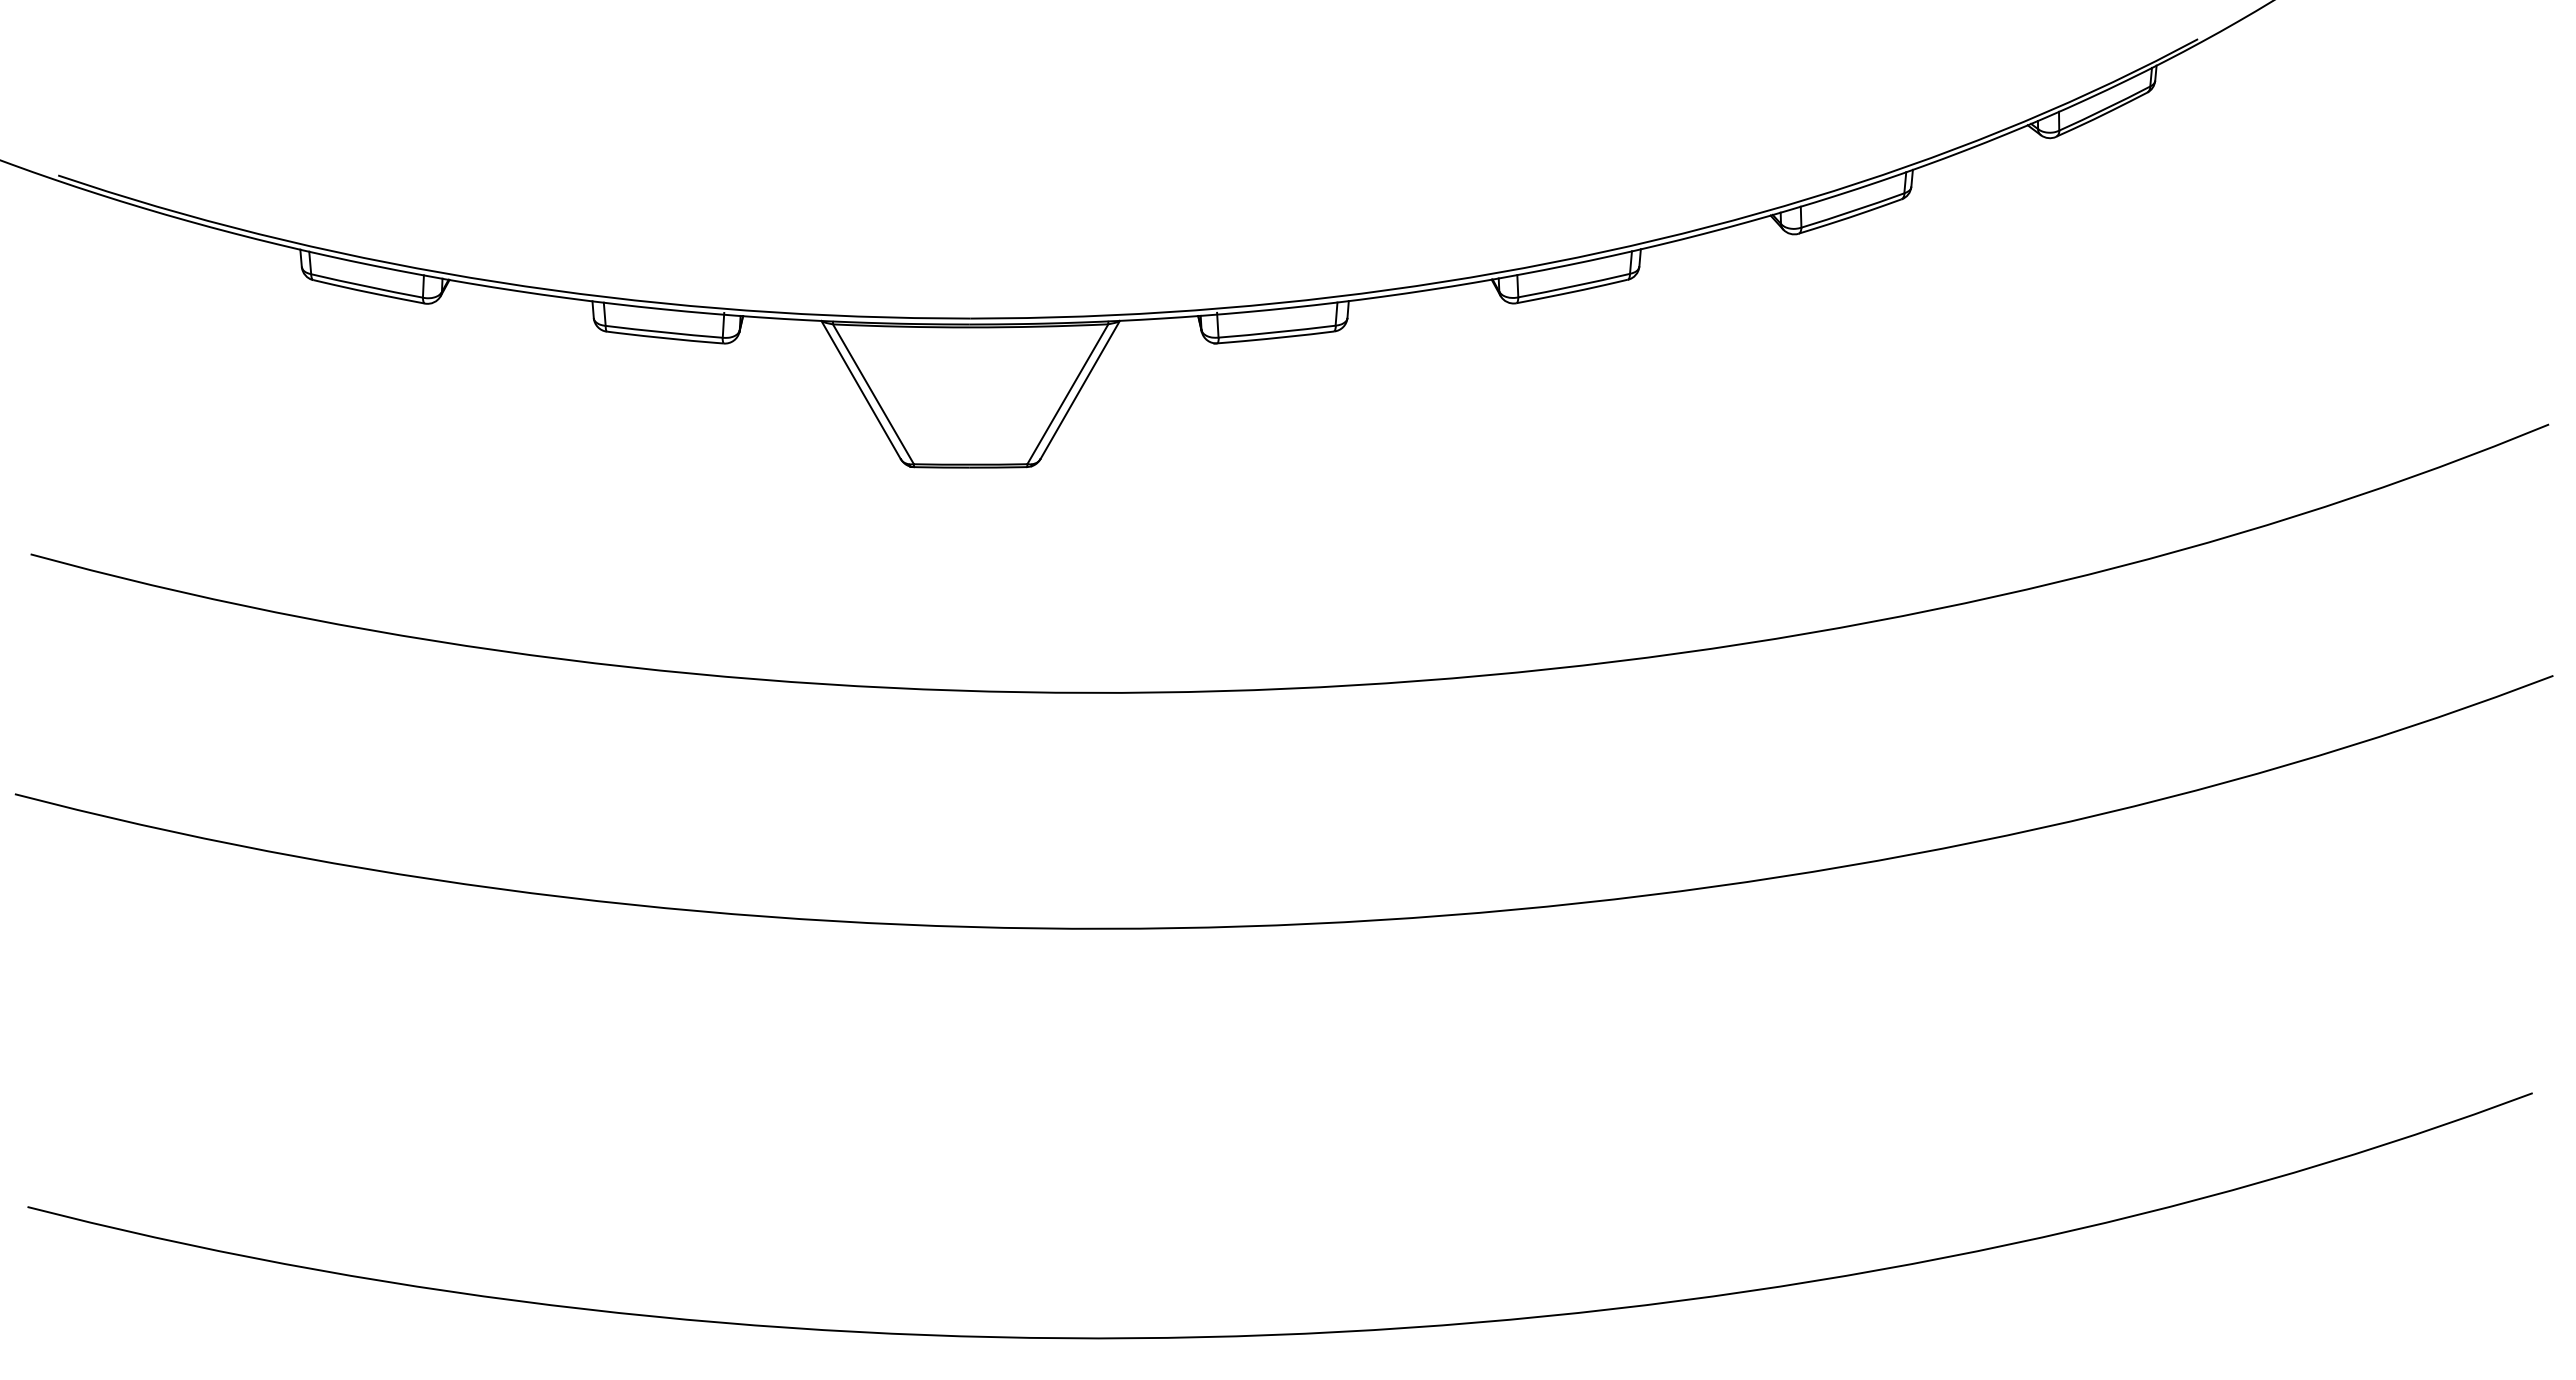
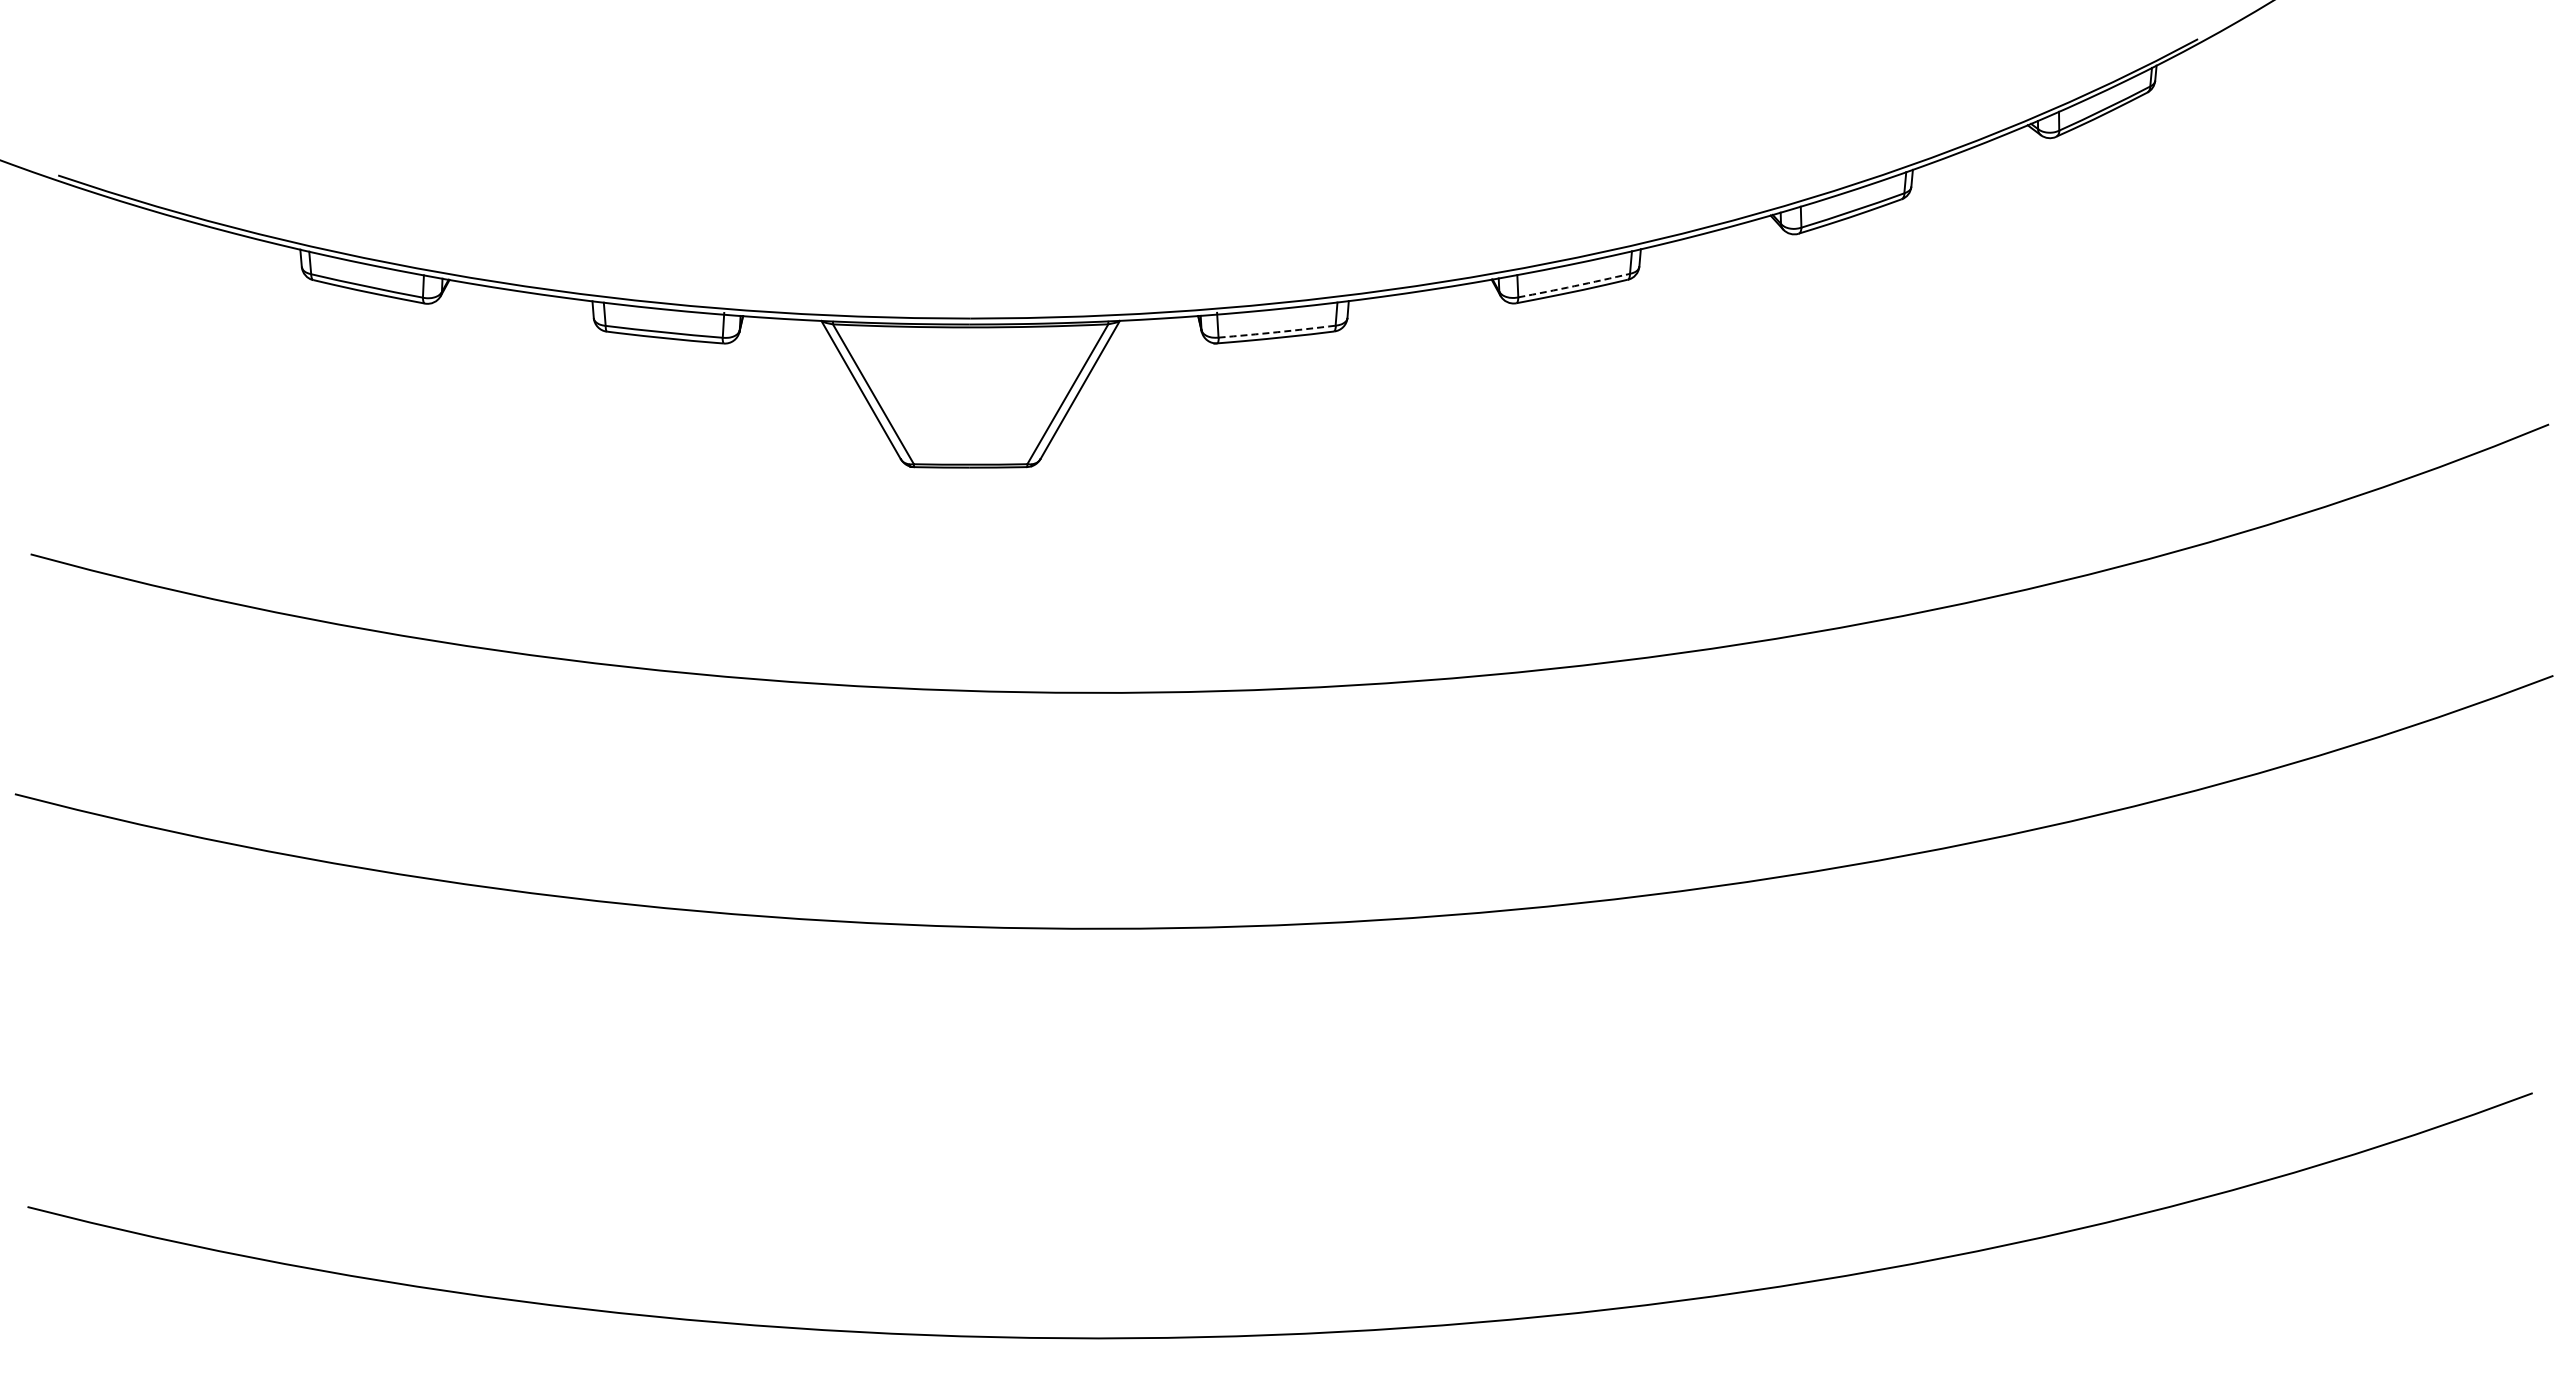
arc at (1574, 286): solid -> dashed
arc at (1277, 332): solid -> dashed
